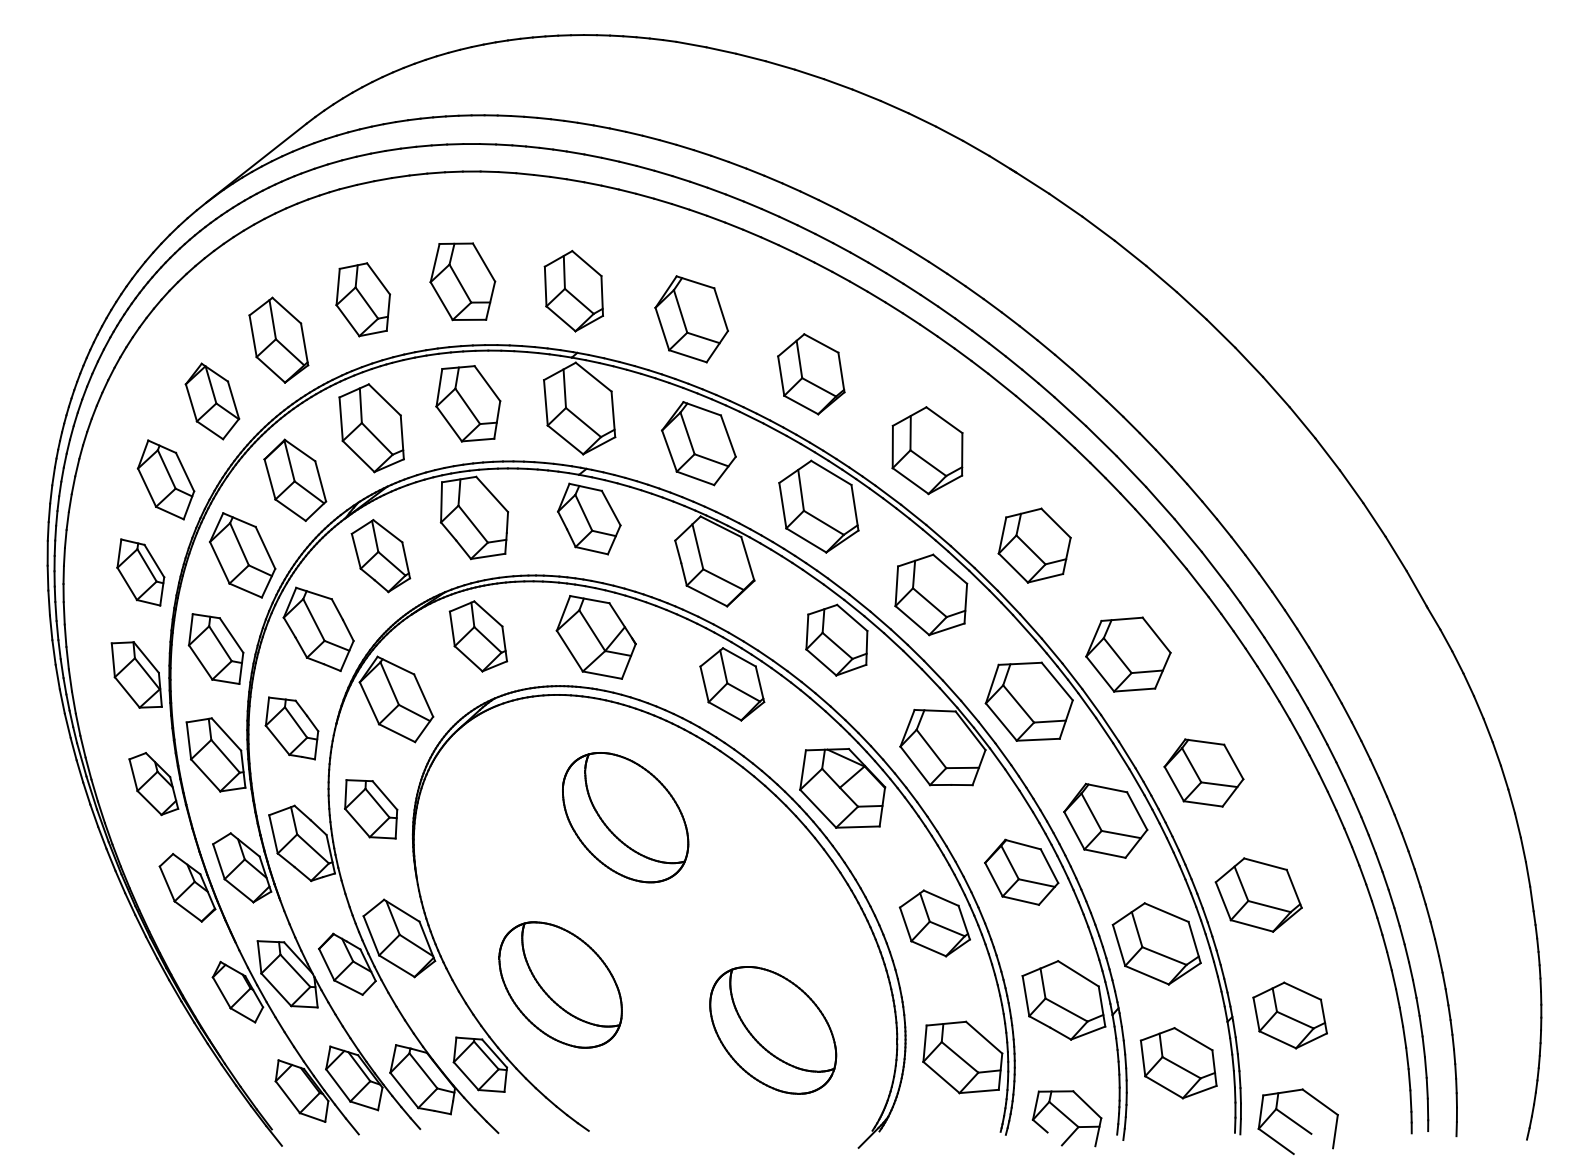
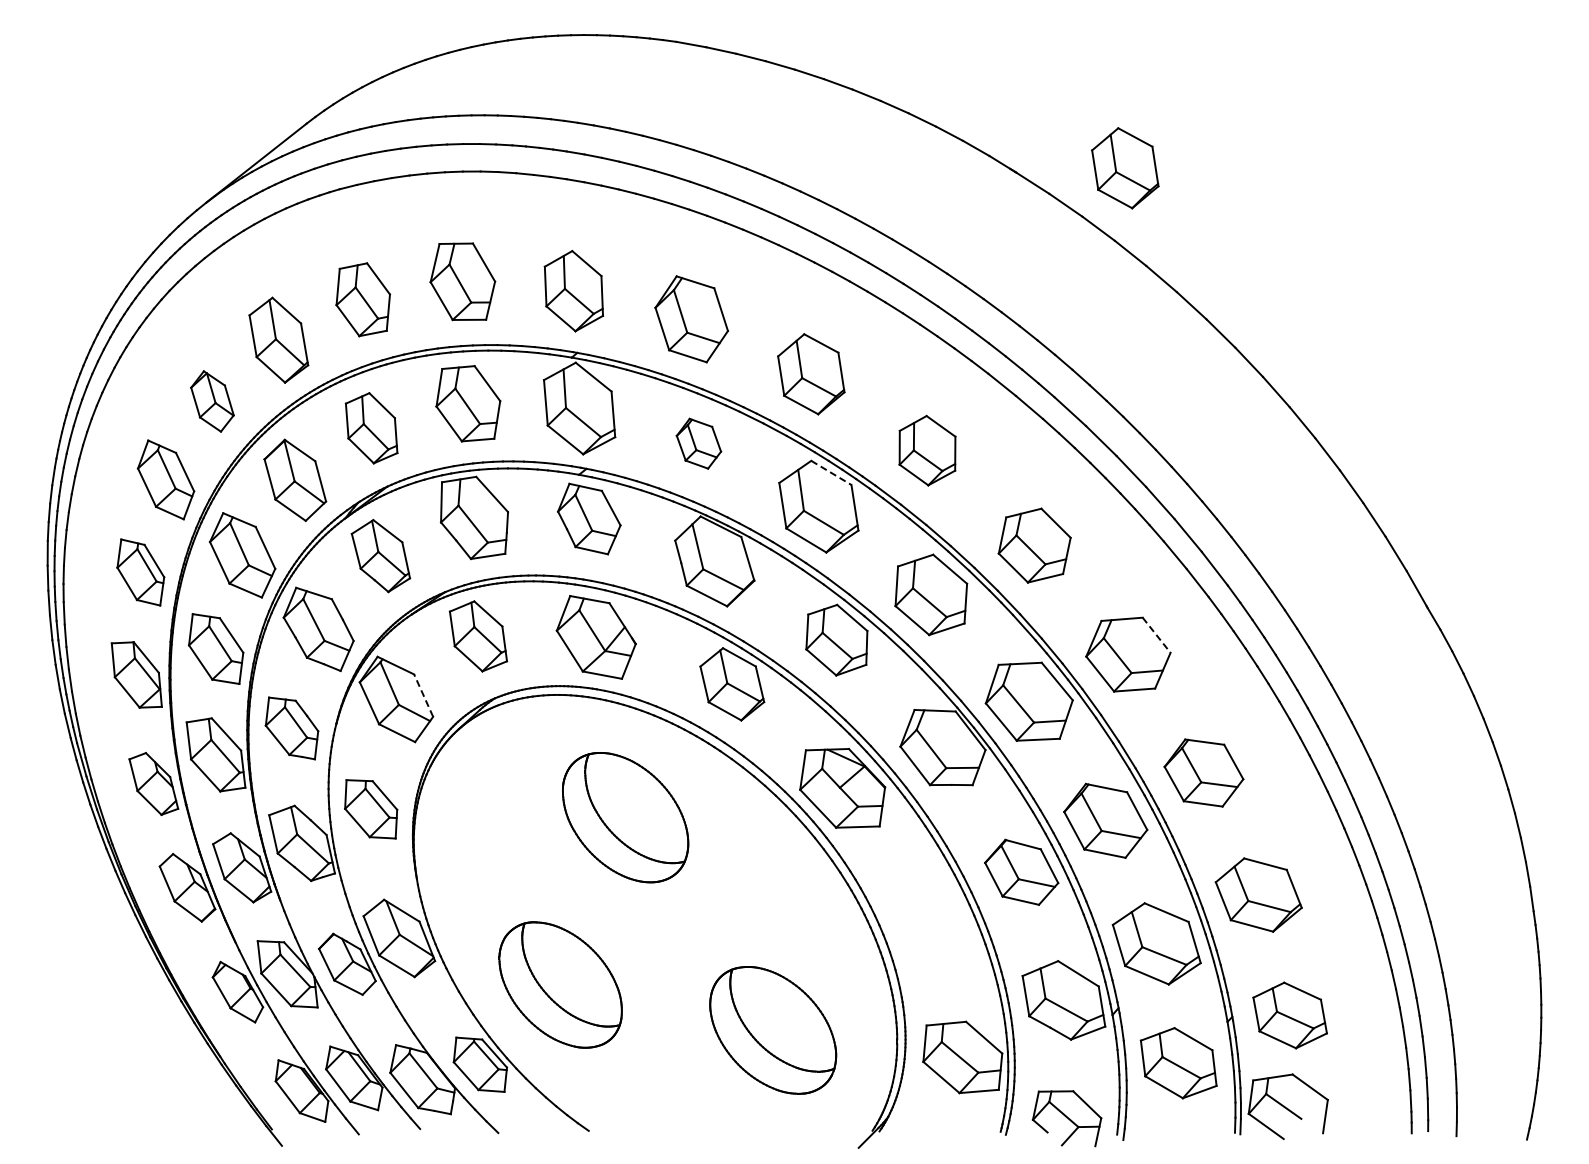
part at (1125, 168): none -> present
part at (212, 401) size: 57x79 px -> 45x63 px
part at (371, 428) size: 67x91 px -> 55x73 px
part at (698, 443) size: 76x86 px -> 48x53 px
part at (927, 450) size: 73x90 px -> 59x73 px
line at (831, 473): solid -> dashed
line at (1156, 635): solid -> dashed
line at (423, 695): solid -> dashed
part at (934, 923): present -> none
part at (1297, 1121) position: (1297, 1121) -> (1287, 1106)
